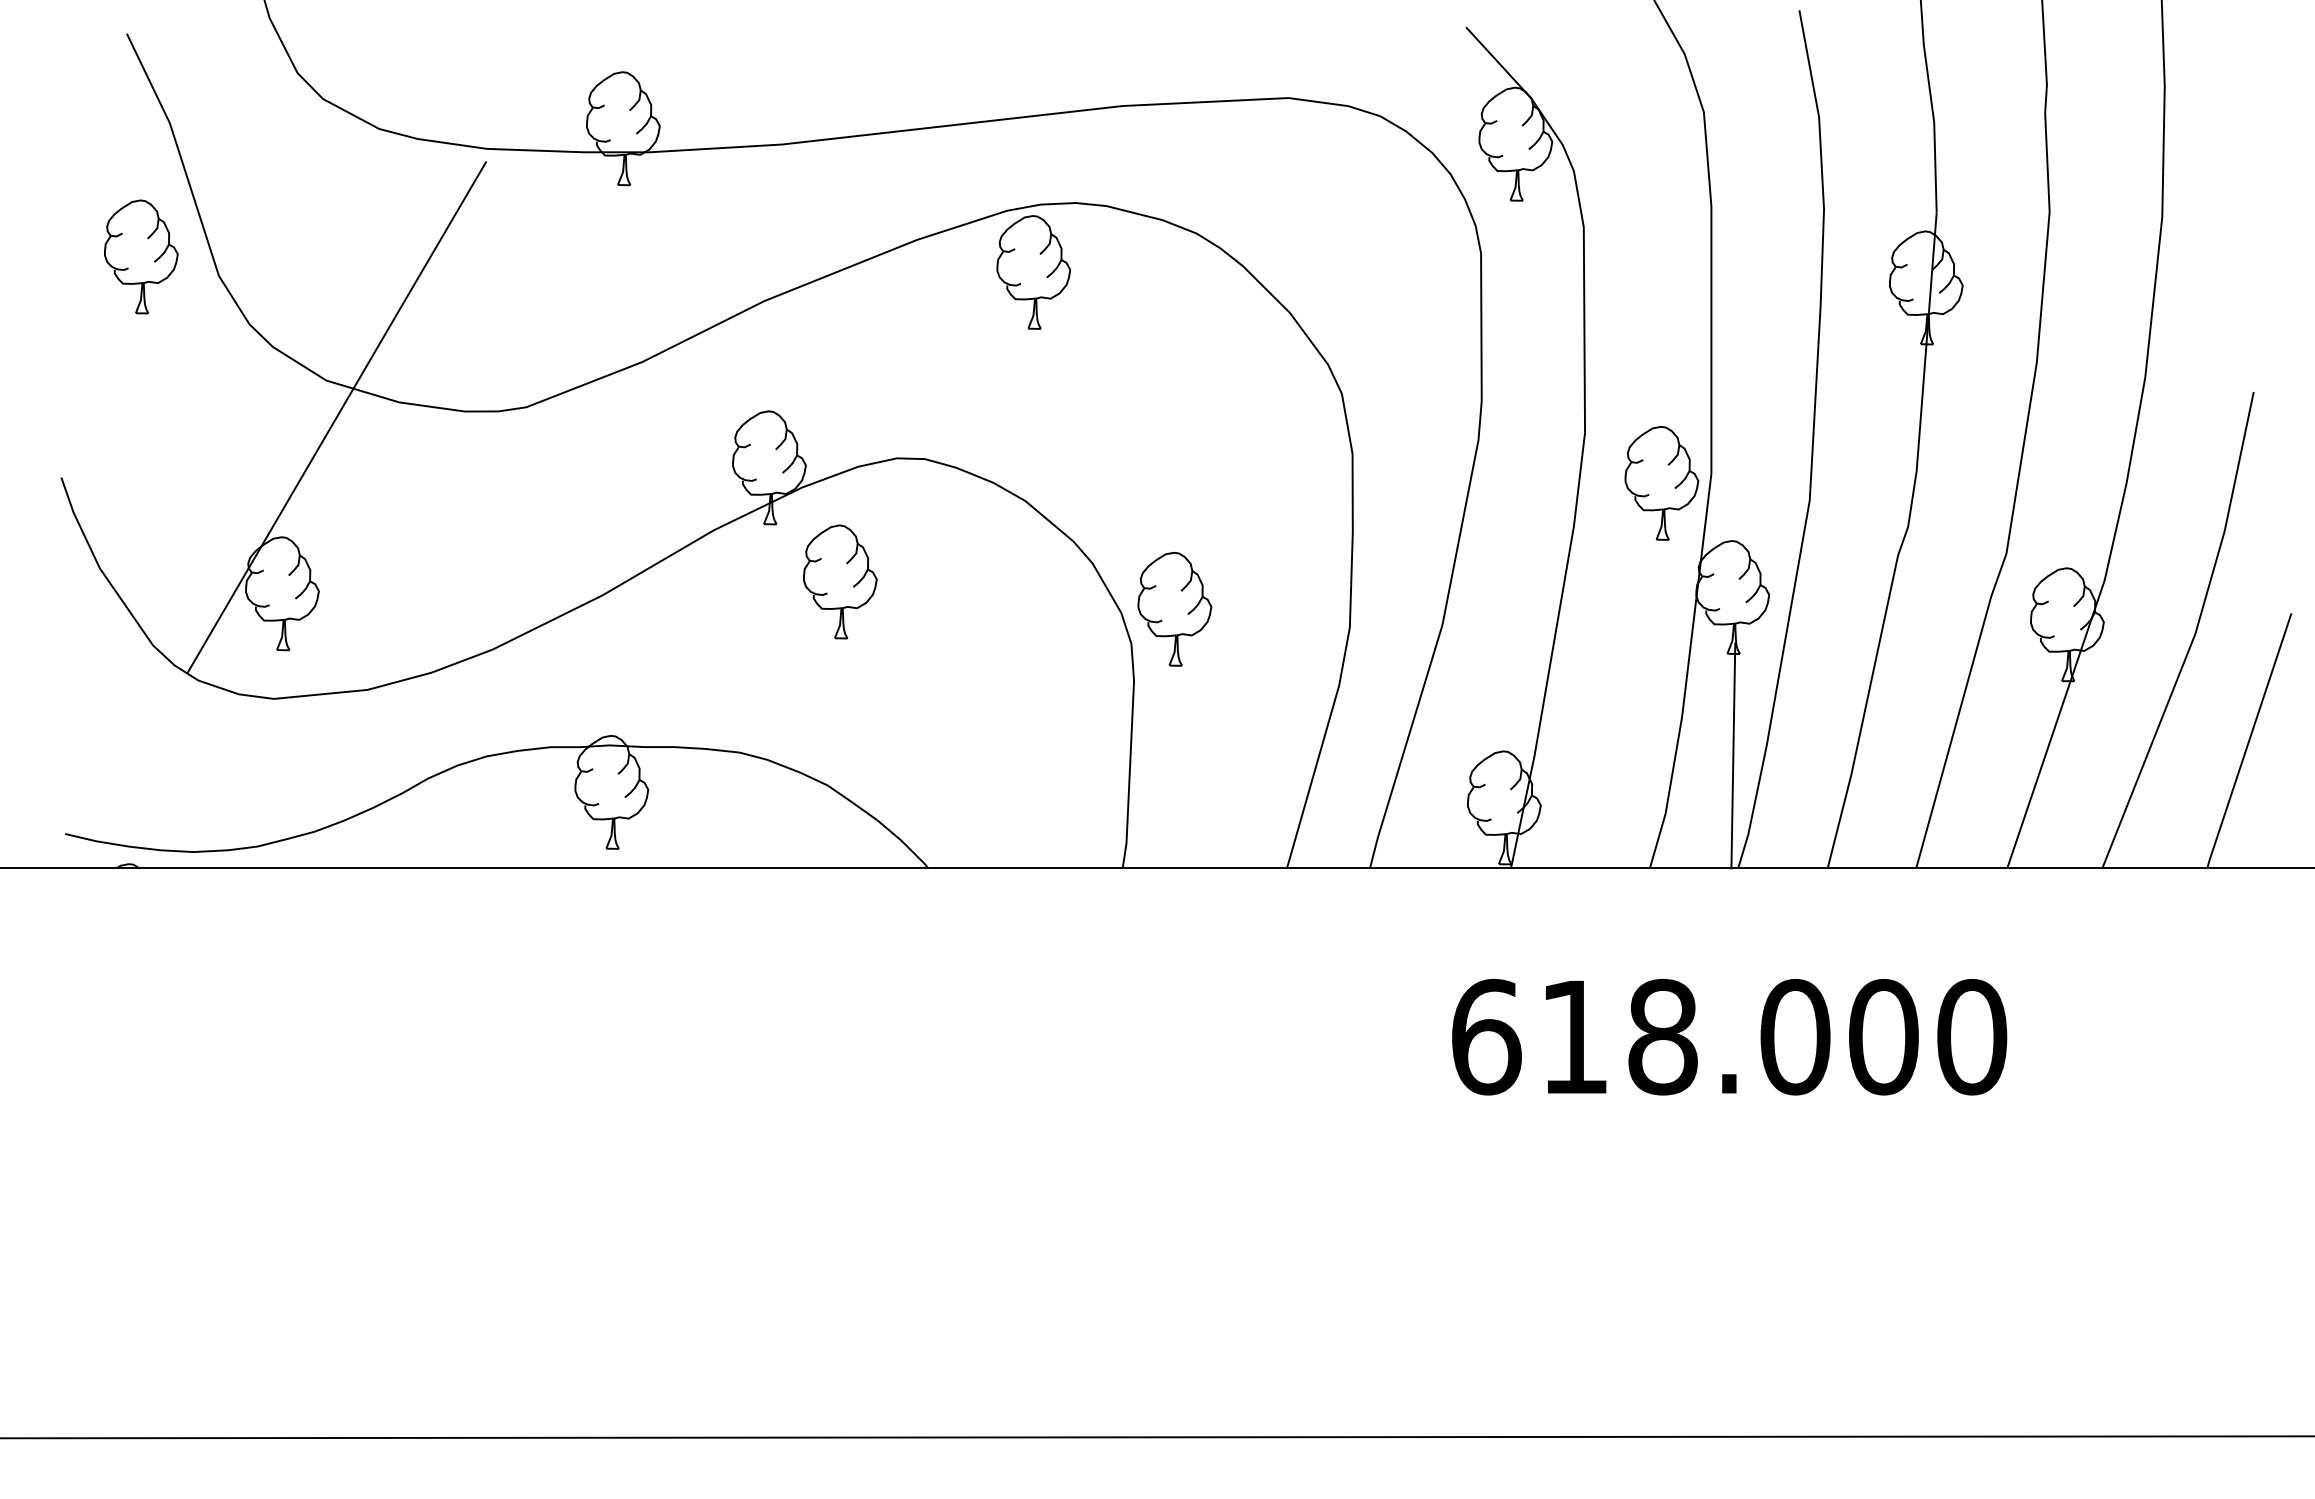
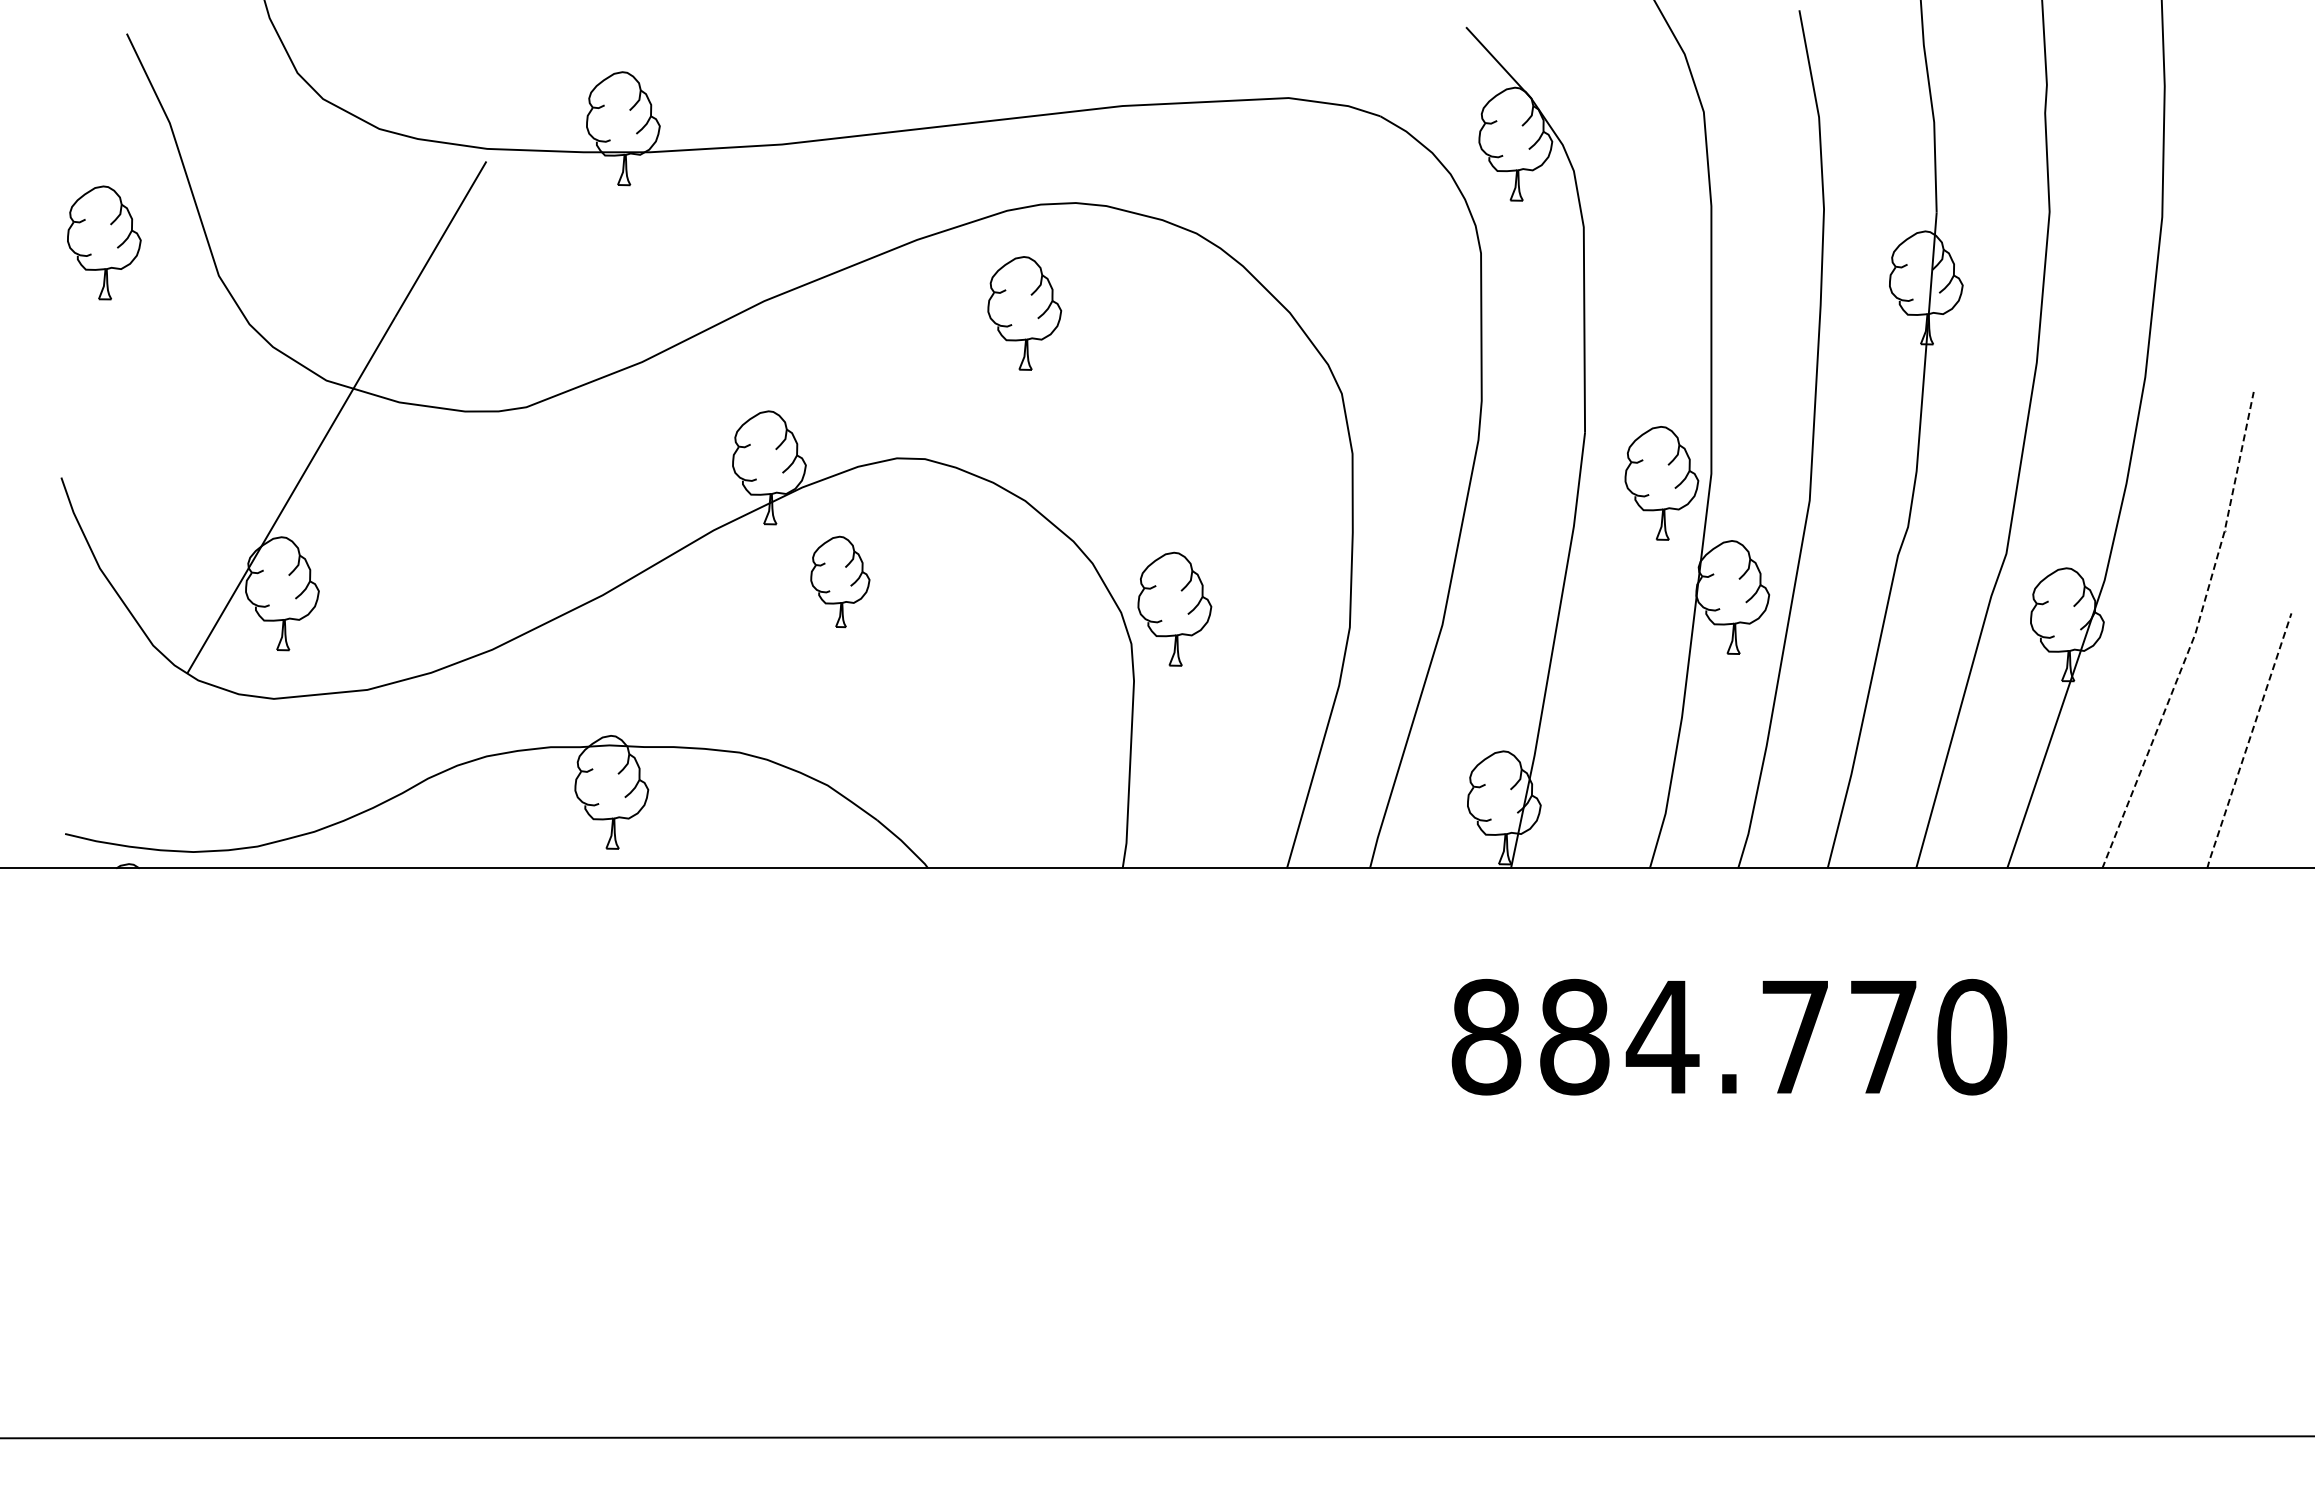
part at (141, 256) position: (141, 256) -> (104, 242)
part at (1033, 272) position: (1033, 272) -> (1024, 313)
part at (840, 581) size: 75x116 px -> 61x94 px
line at (2195, 633): solid -> dashed
line at (2248, 741): solid -> dashed
line at (1733, 755): present -> none
text at (1684, 1036): 618.000 -> 884.770
